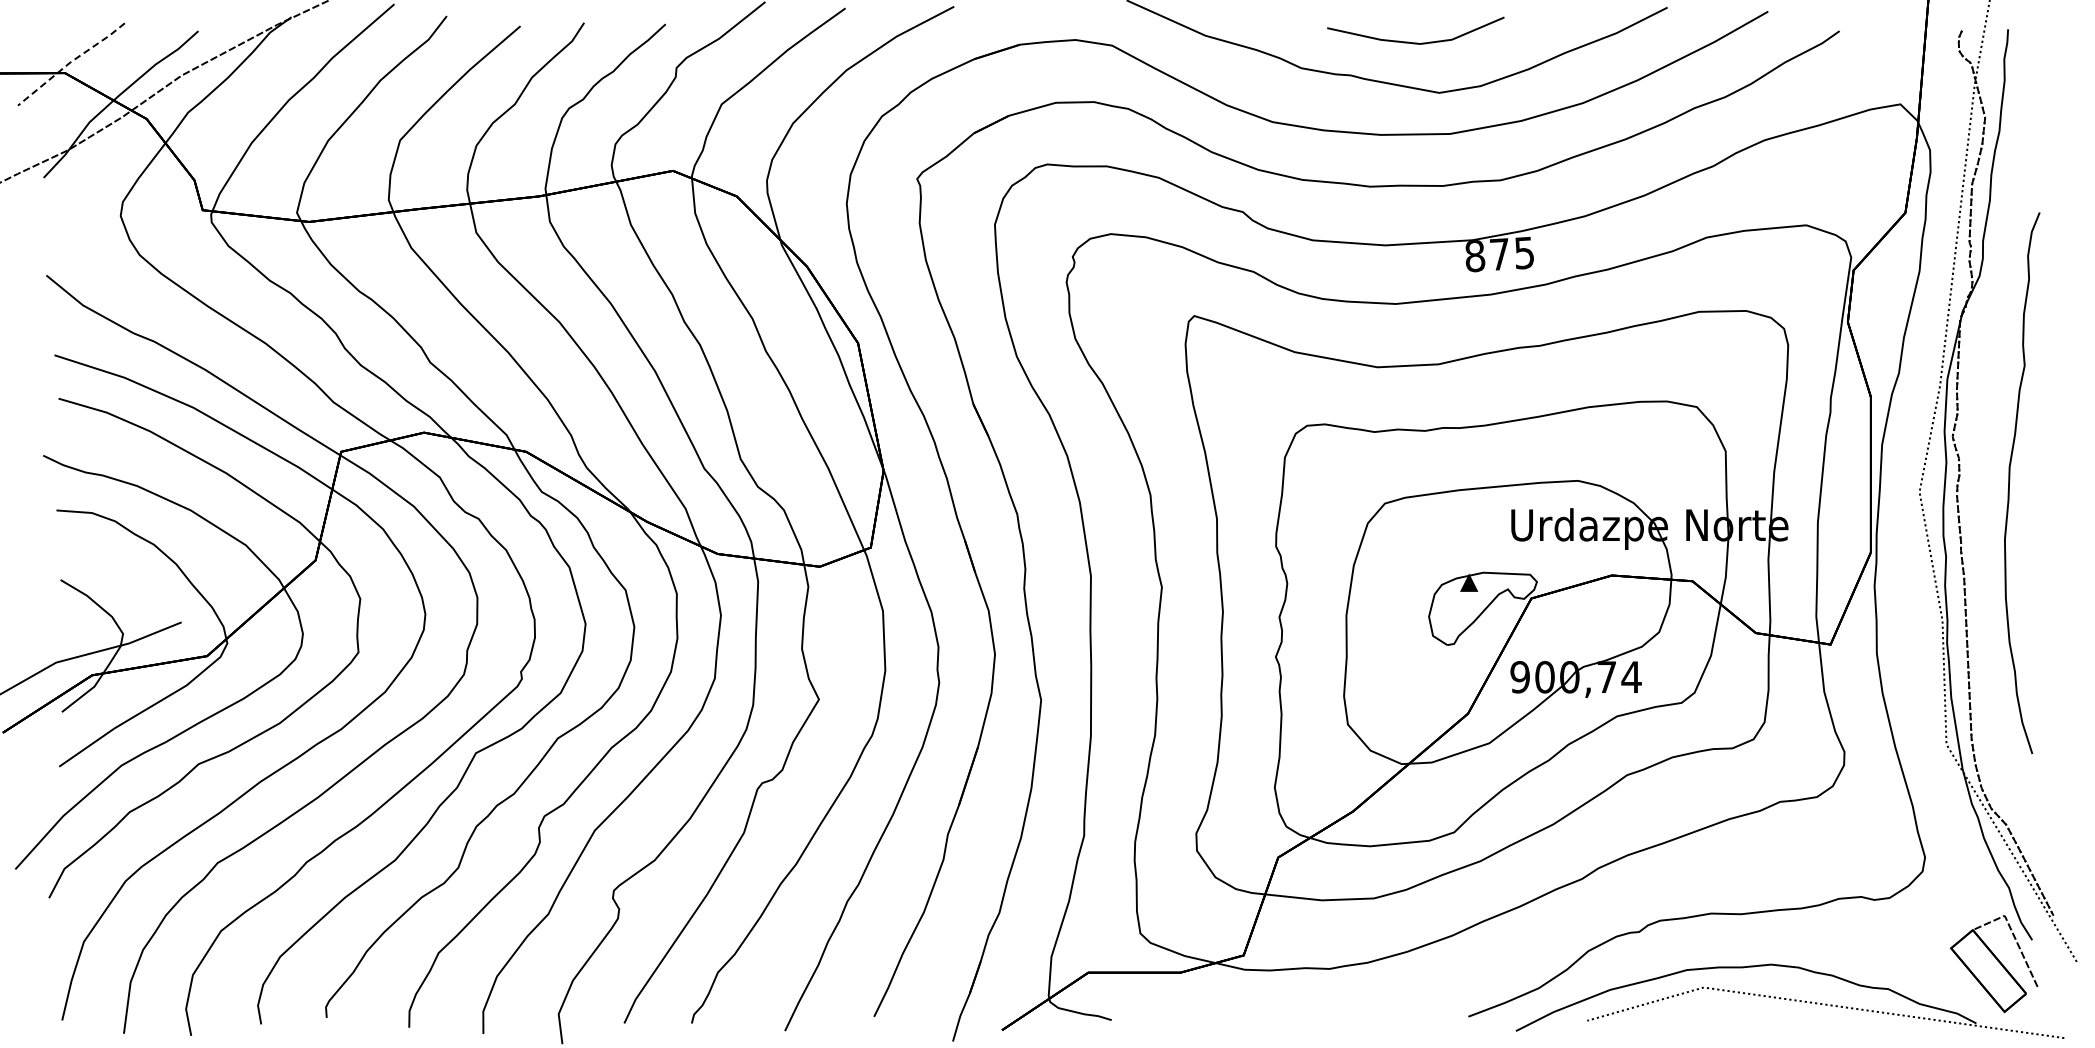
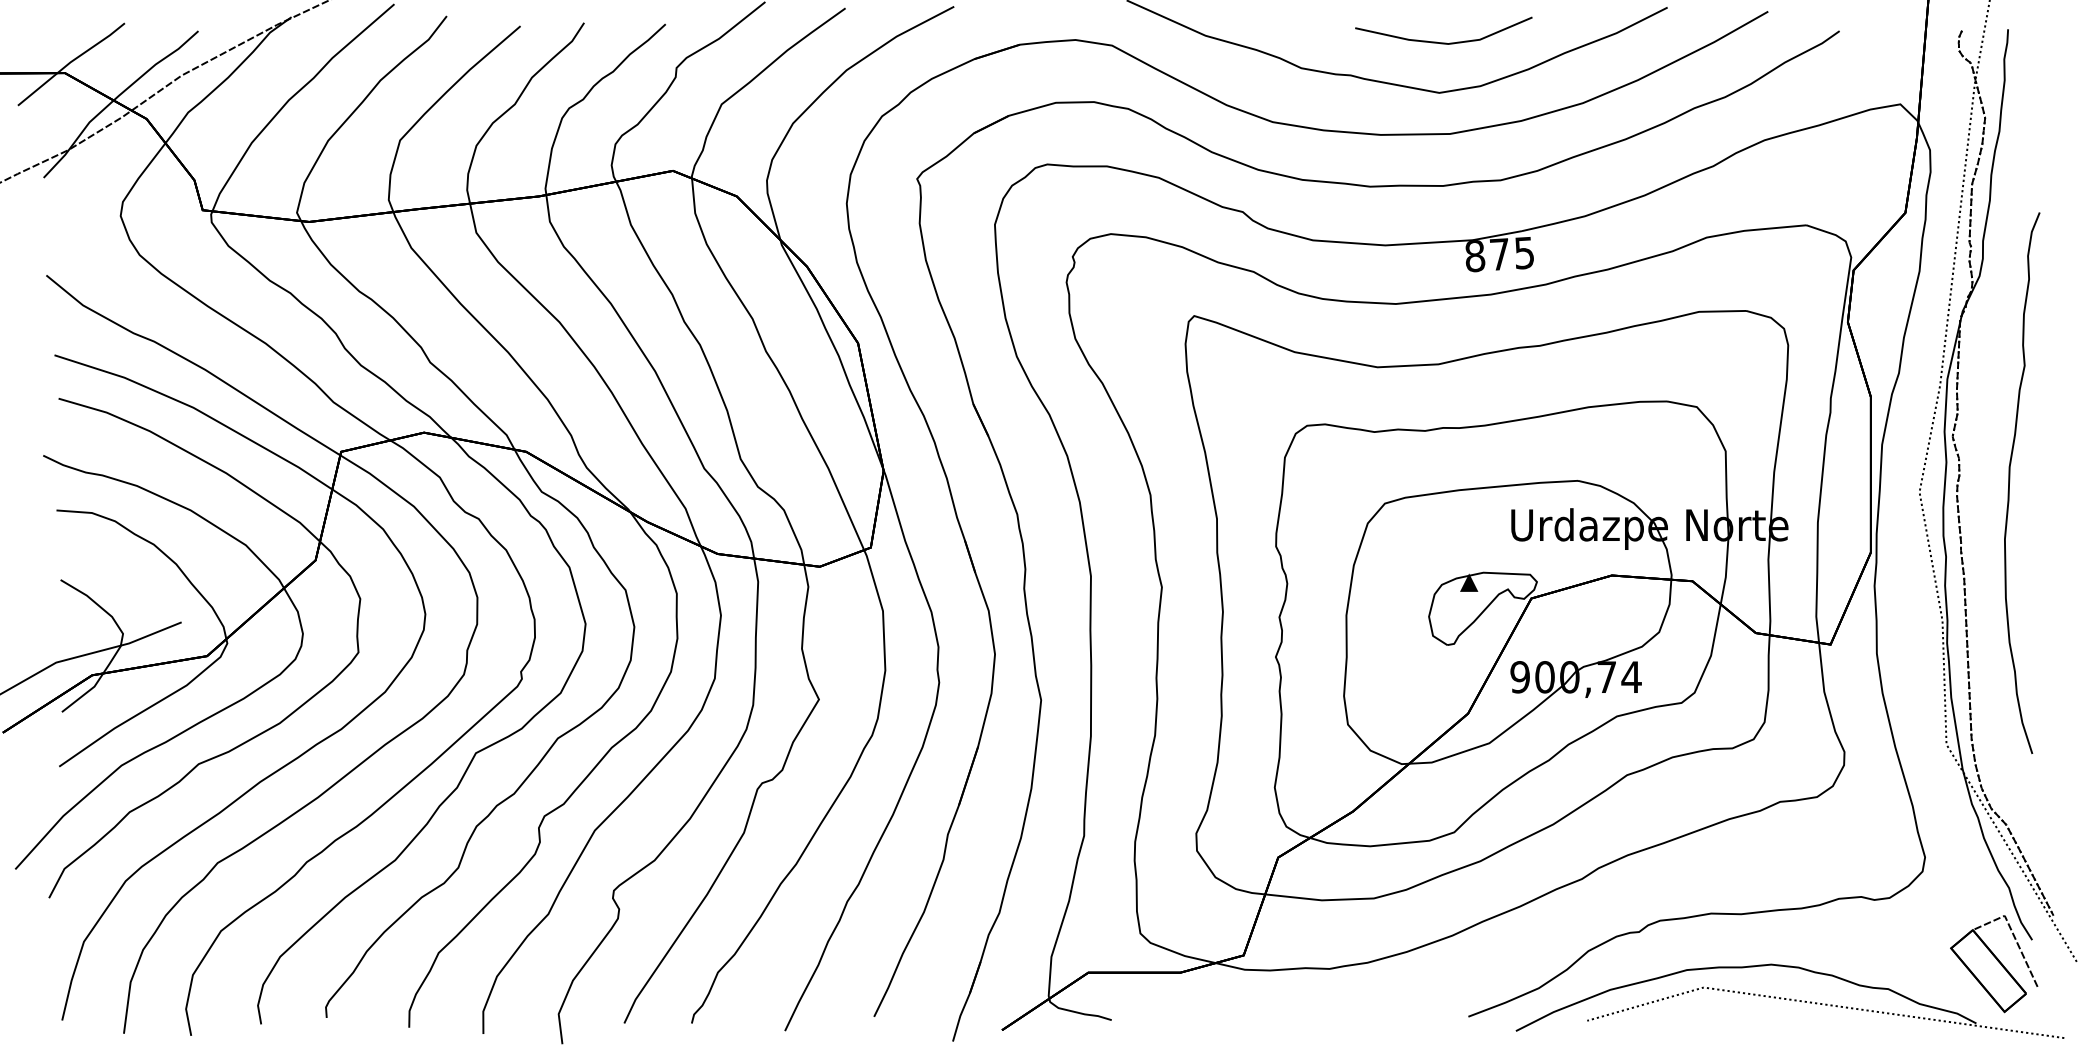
line at (1415, 42) position: (1415, 42) -> (1443, 42)
line at (70, 62): dashed -> solid
